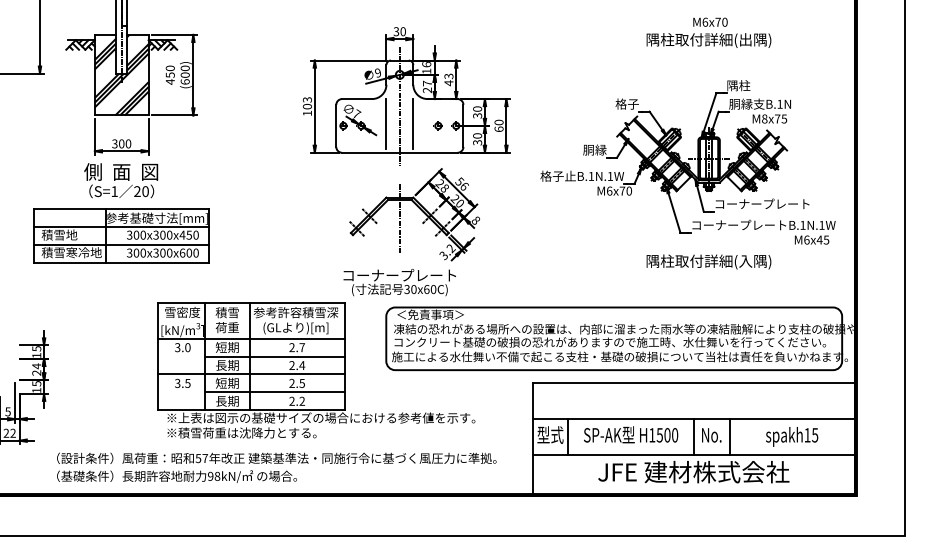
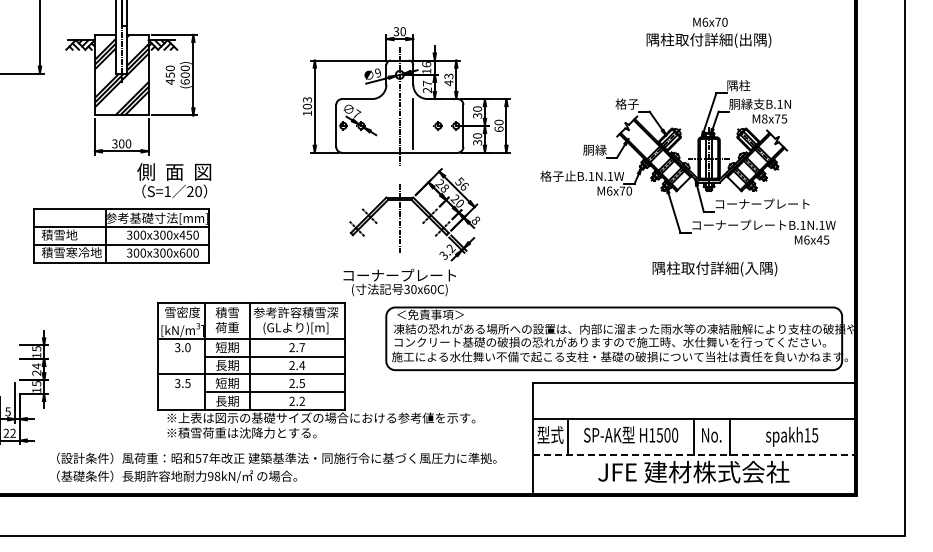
line at (386, 124): present -> none
text at (121, 180) position: (121, 180) -> (174, 180)
text at (708, 261) position: (708, 261) -> (714, 268)
line at (694, 455): solid -> dashed
